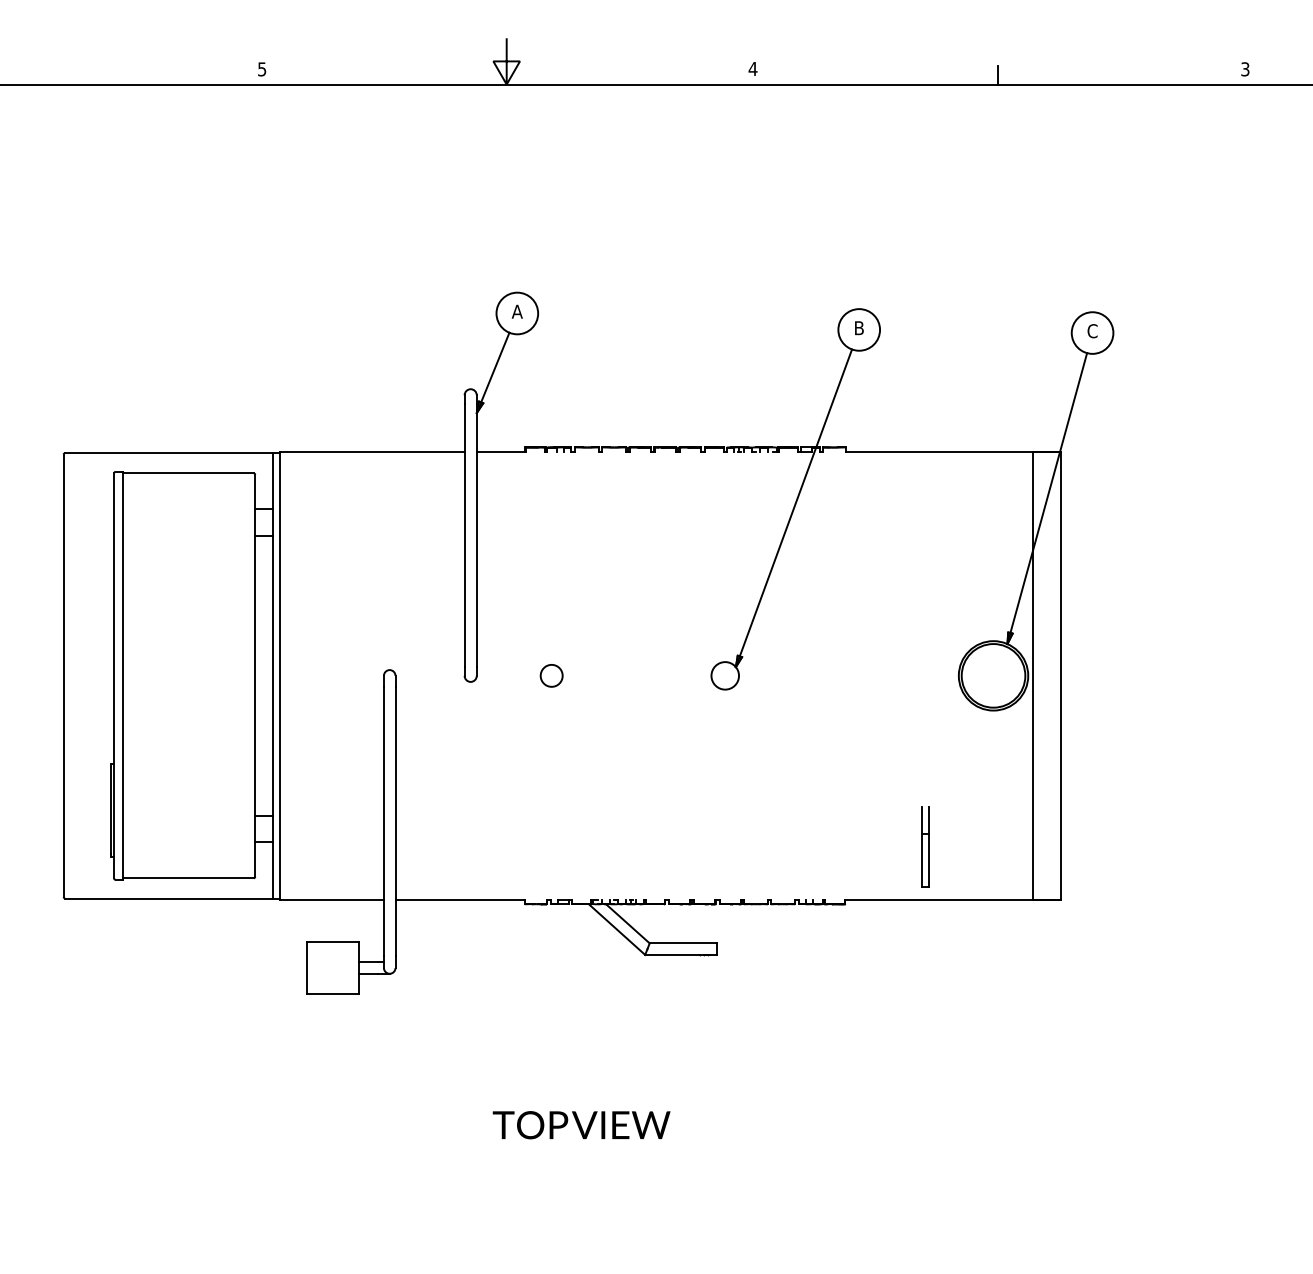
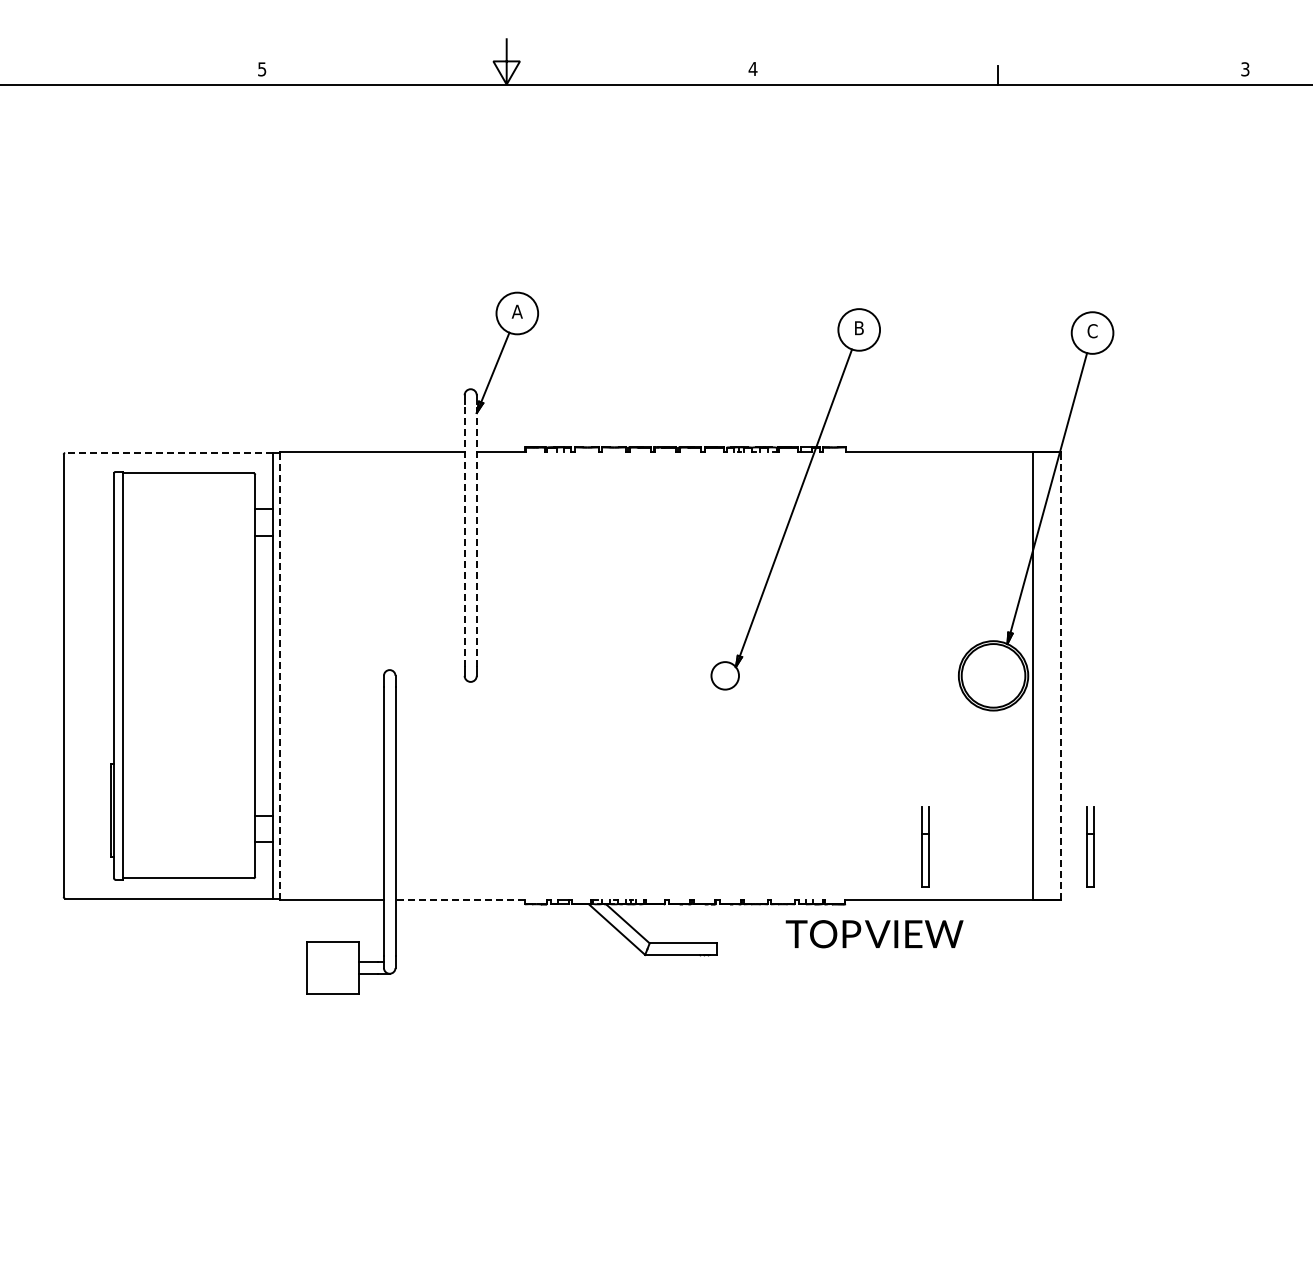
line at (168, 453): solid -> dashed
line at (464, 535): solid -> dashed
line at (476, 535): solid -> dashed
line at (279, 675): solid -> dashed
circle at (551, 675): present -> none
line at (1061, 675): solid -> dashed
part at (1090, 846): none -> present
line at (460, 899): solid -> dashed
text at (581, 1125) position: (581, 1125) -> (874, 934)
